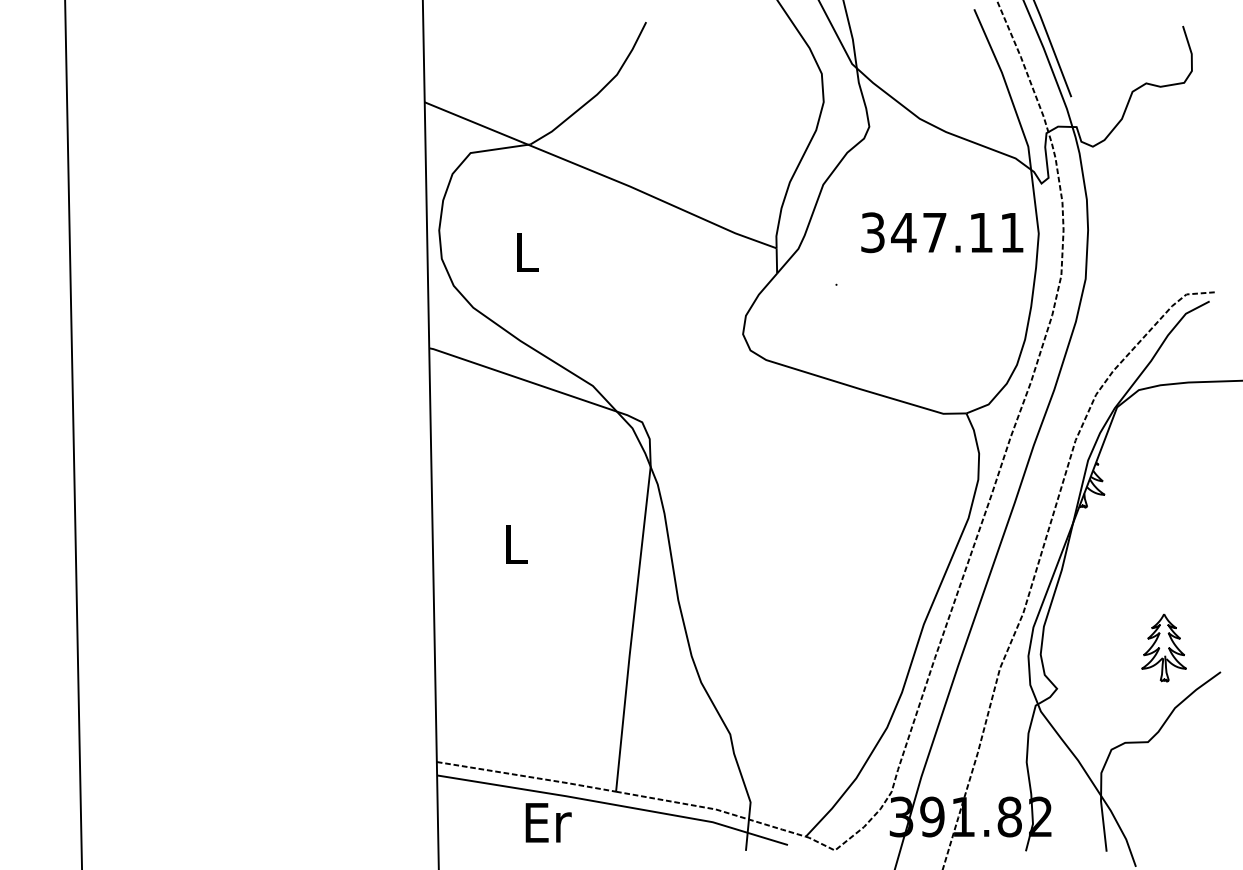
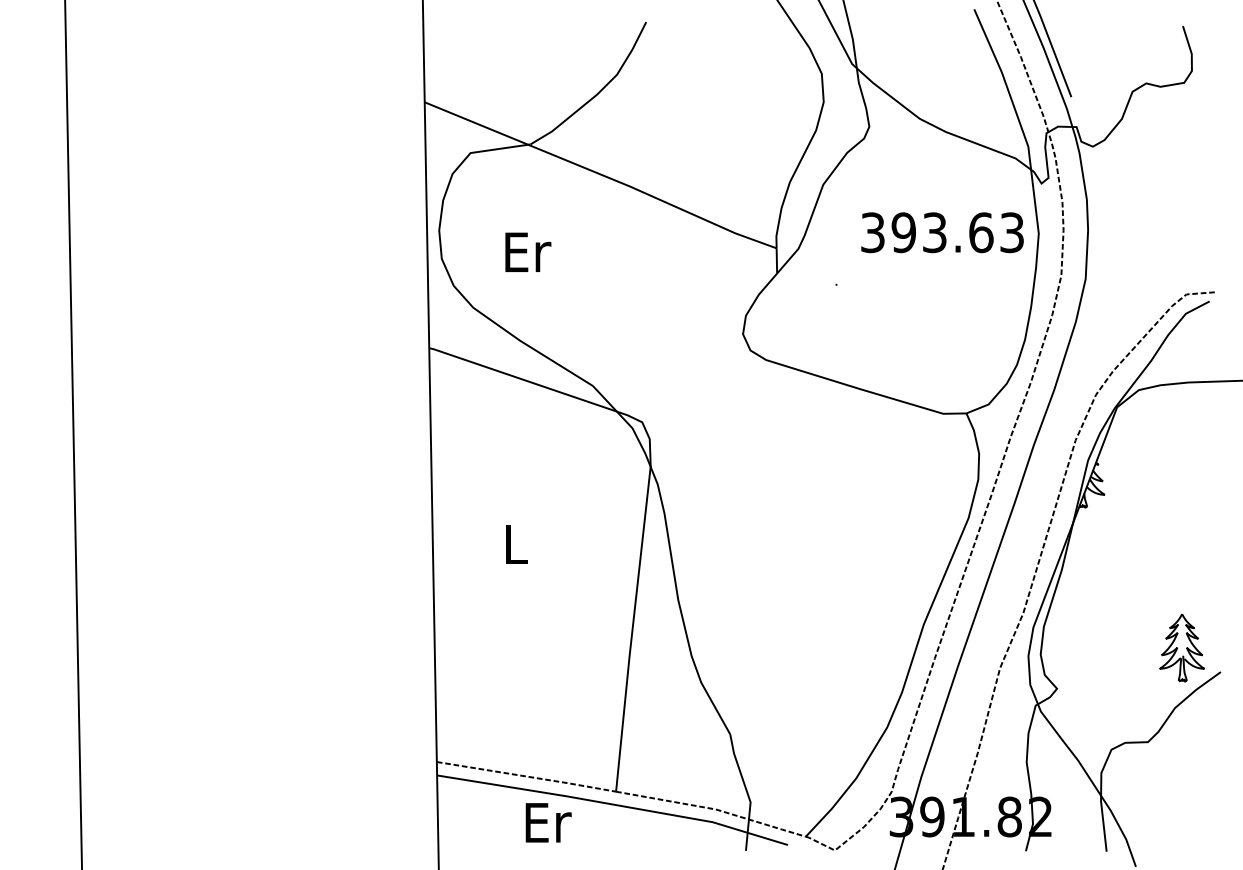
text at (957, 232): 347.11 -> 393.63
text at (528, 251): L -> Er
part at (1163, 647) position: (1163, 647) -> (1181, 647)
